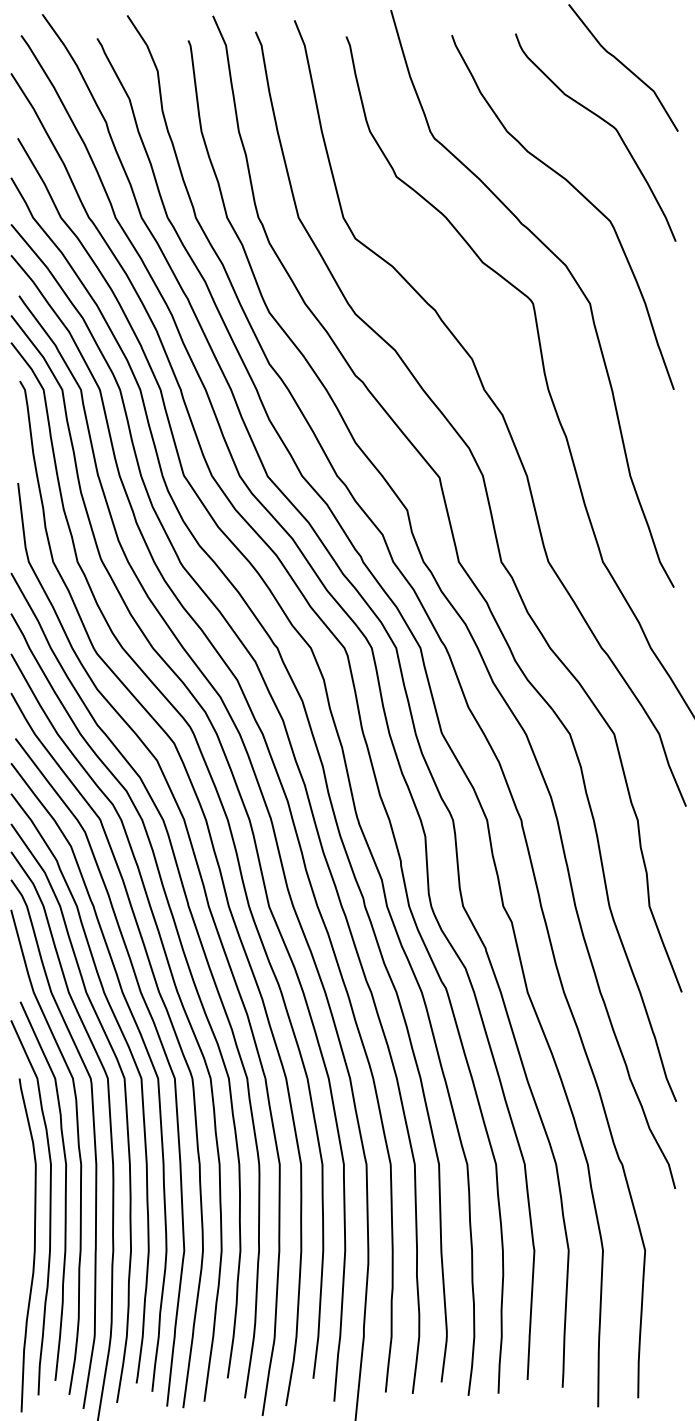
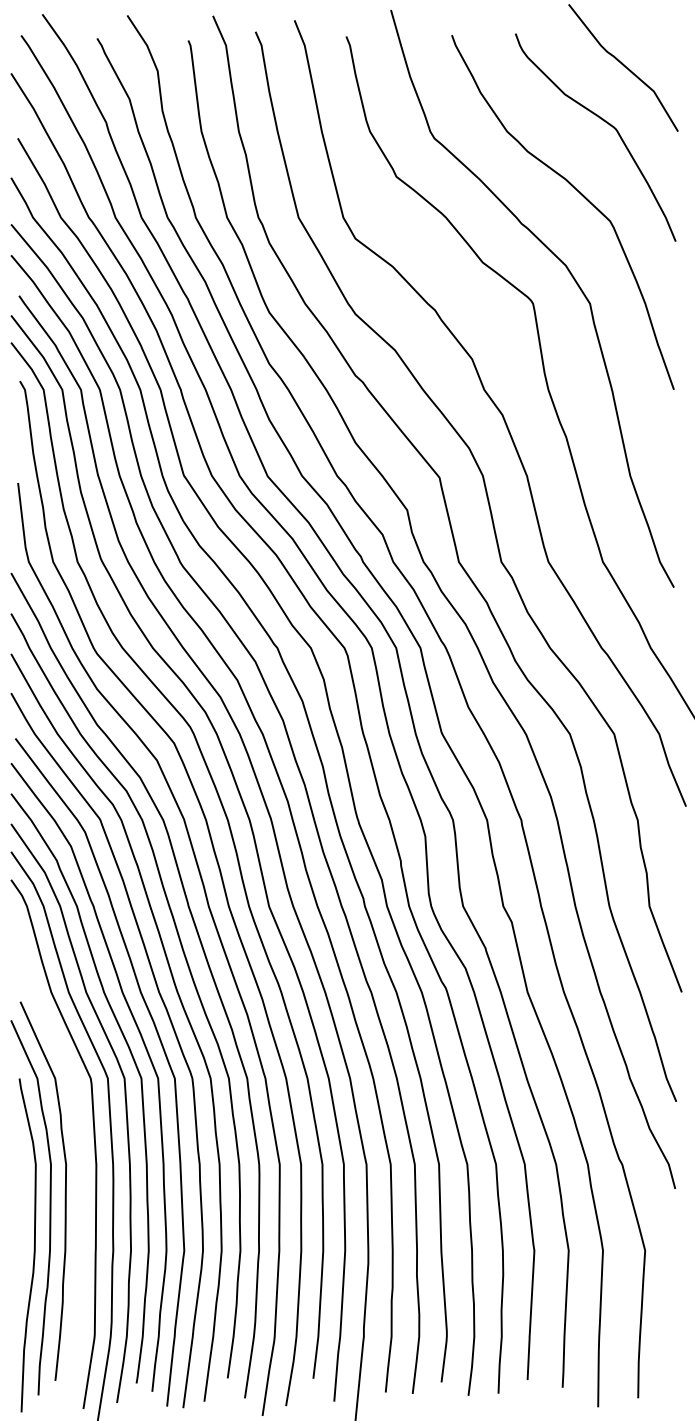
curve at (77, 1144): present -> none
